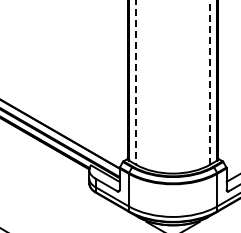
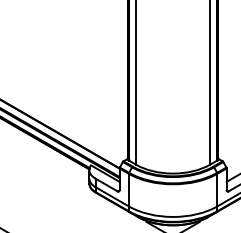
line at (136, 82): dashed -> solid
line at (210, 82): dashed -> solid
